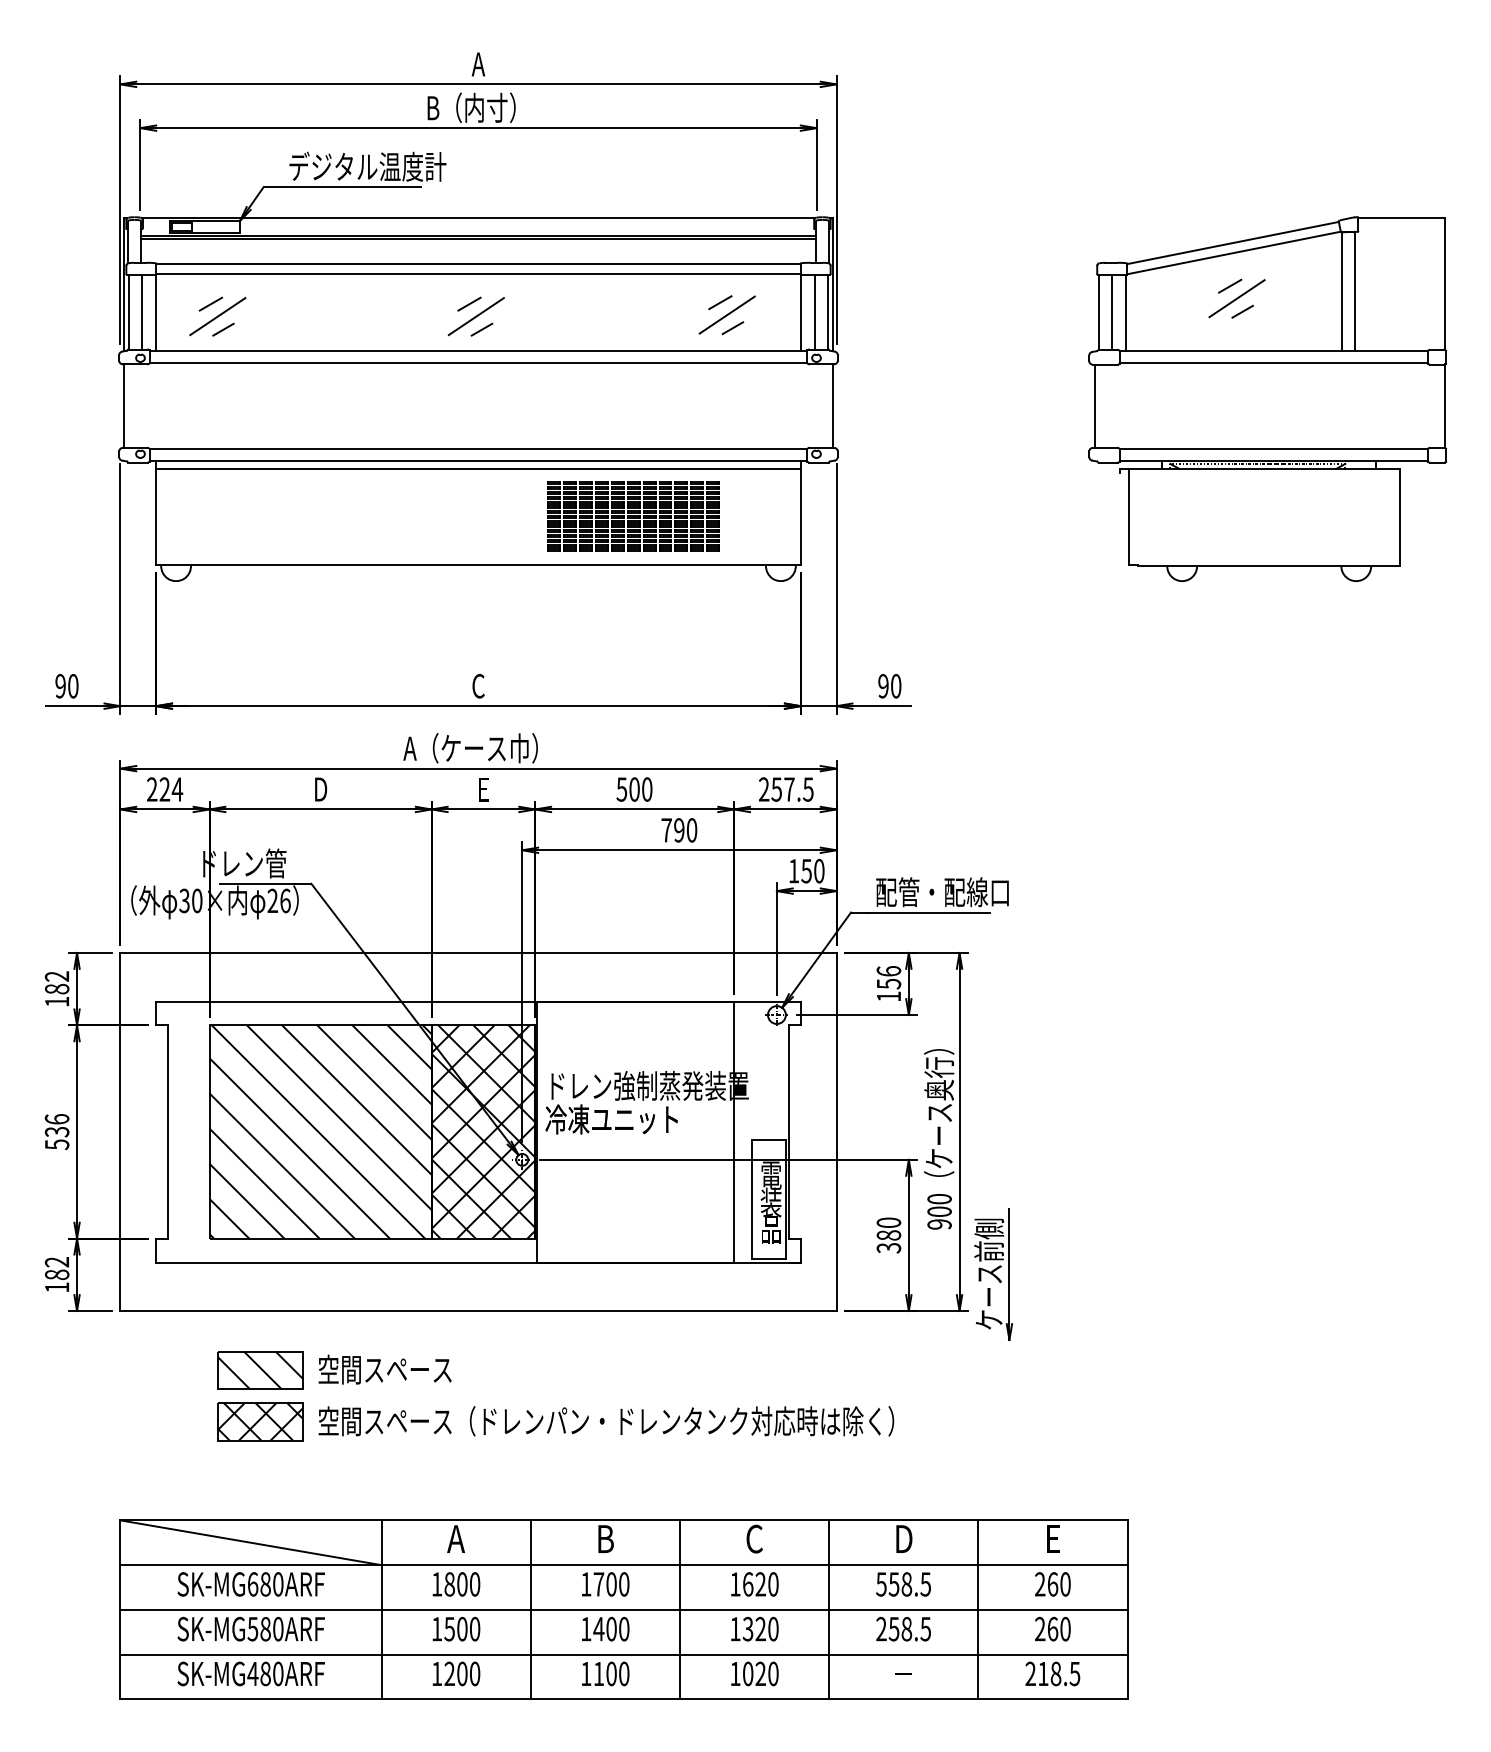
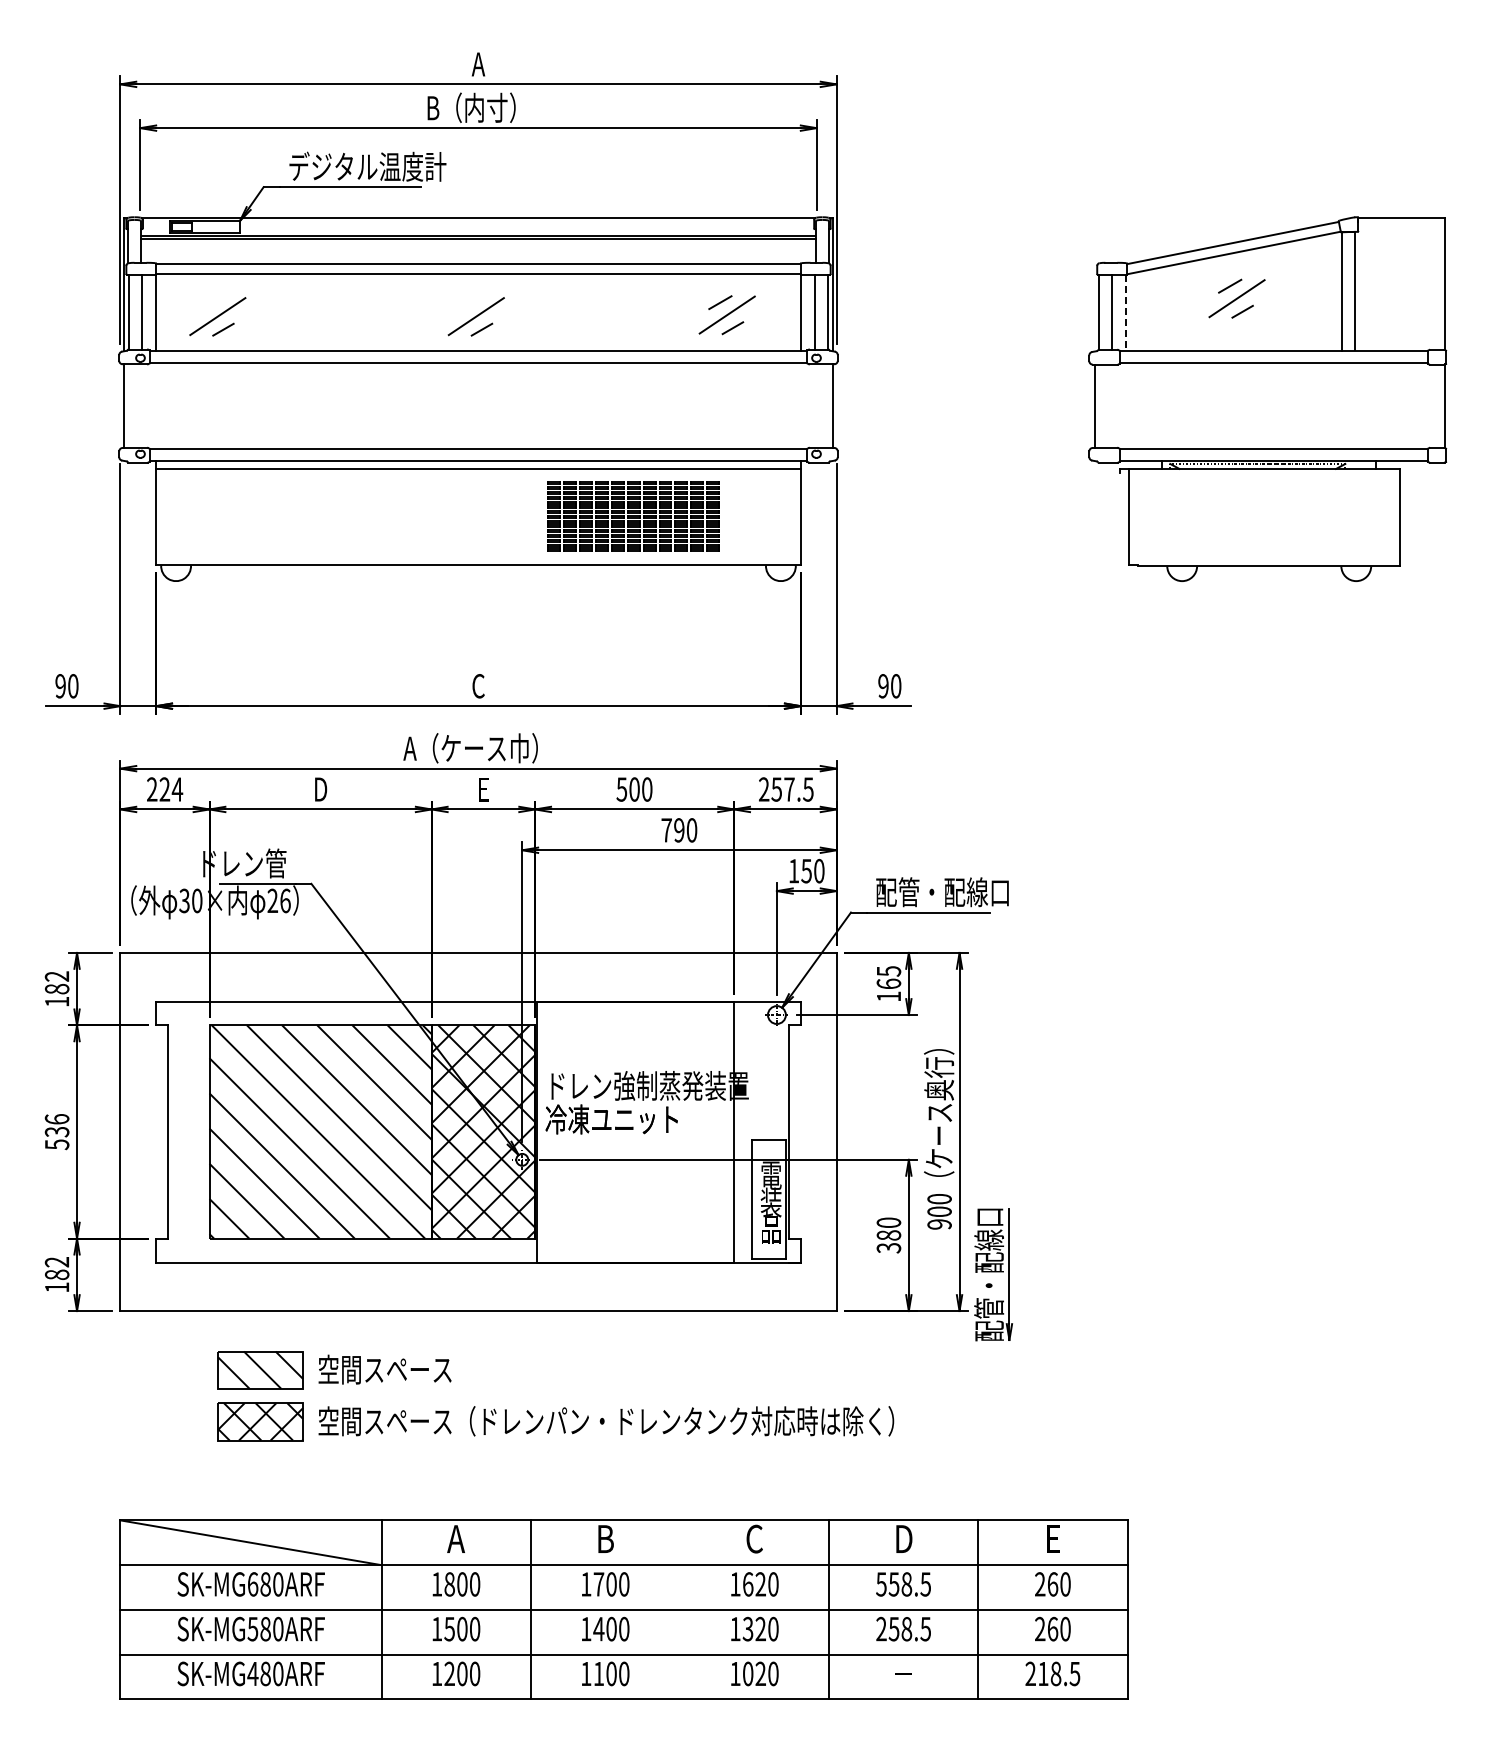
line at (210, 303): present -> none
line at (469, 303): present -> none
line at (1126, 313): solid -> dashed
text at (888, 977): 156 -> 165
text at (989, 1274): ケース前側 -> 配管・配線口
line at (679, 1609): present -> none
